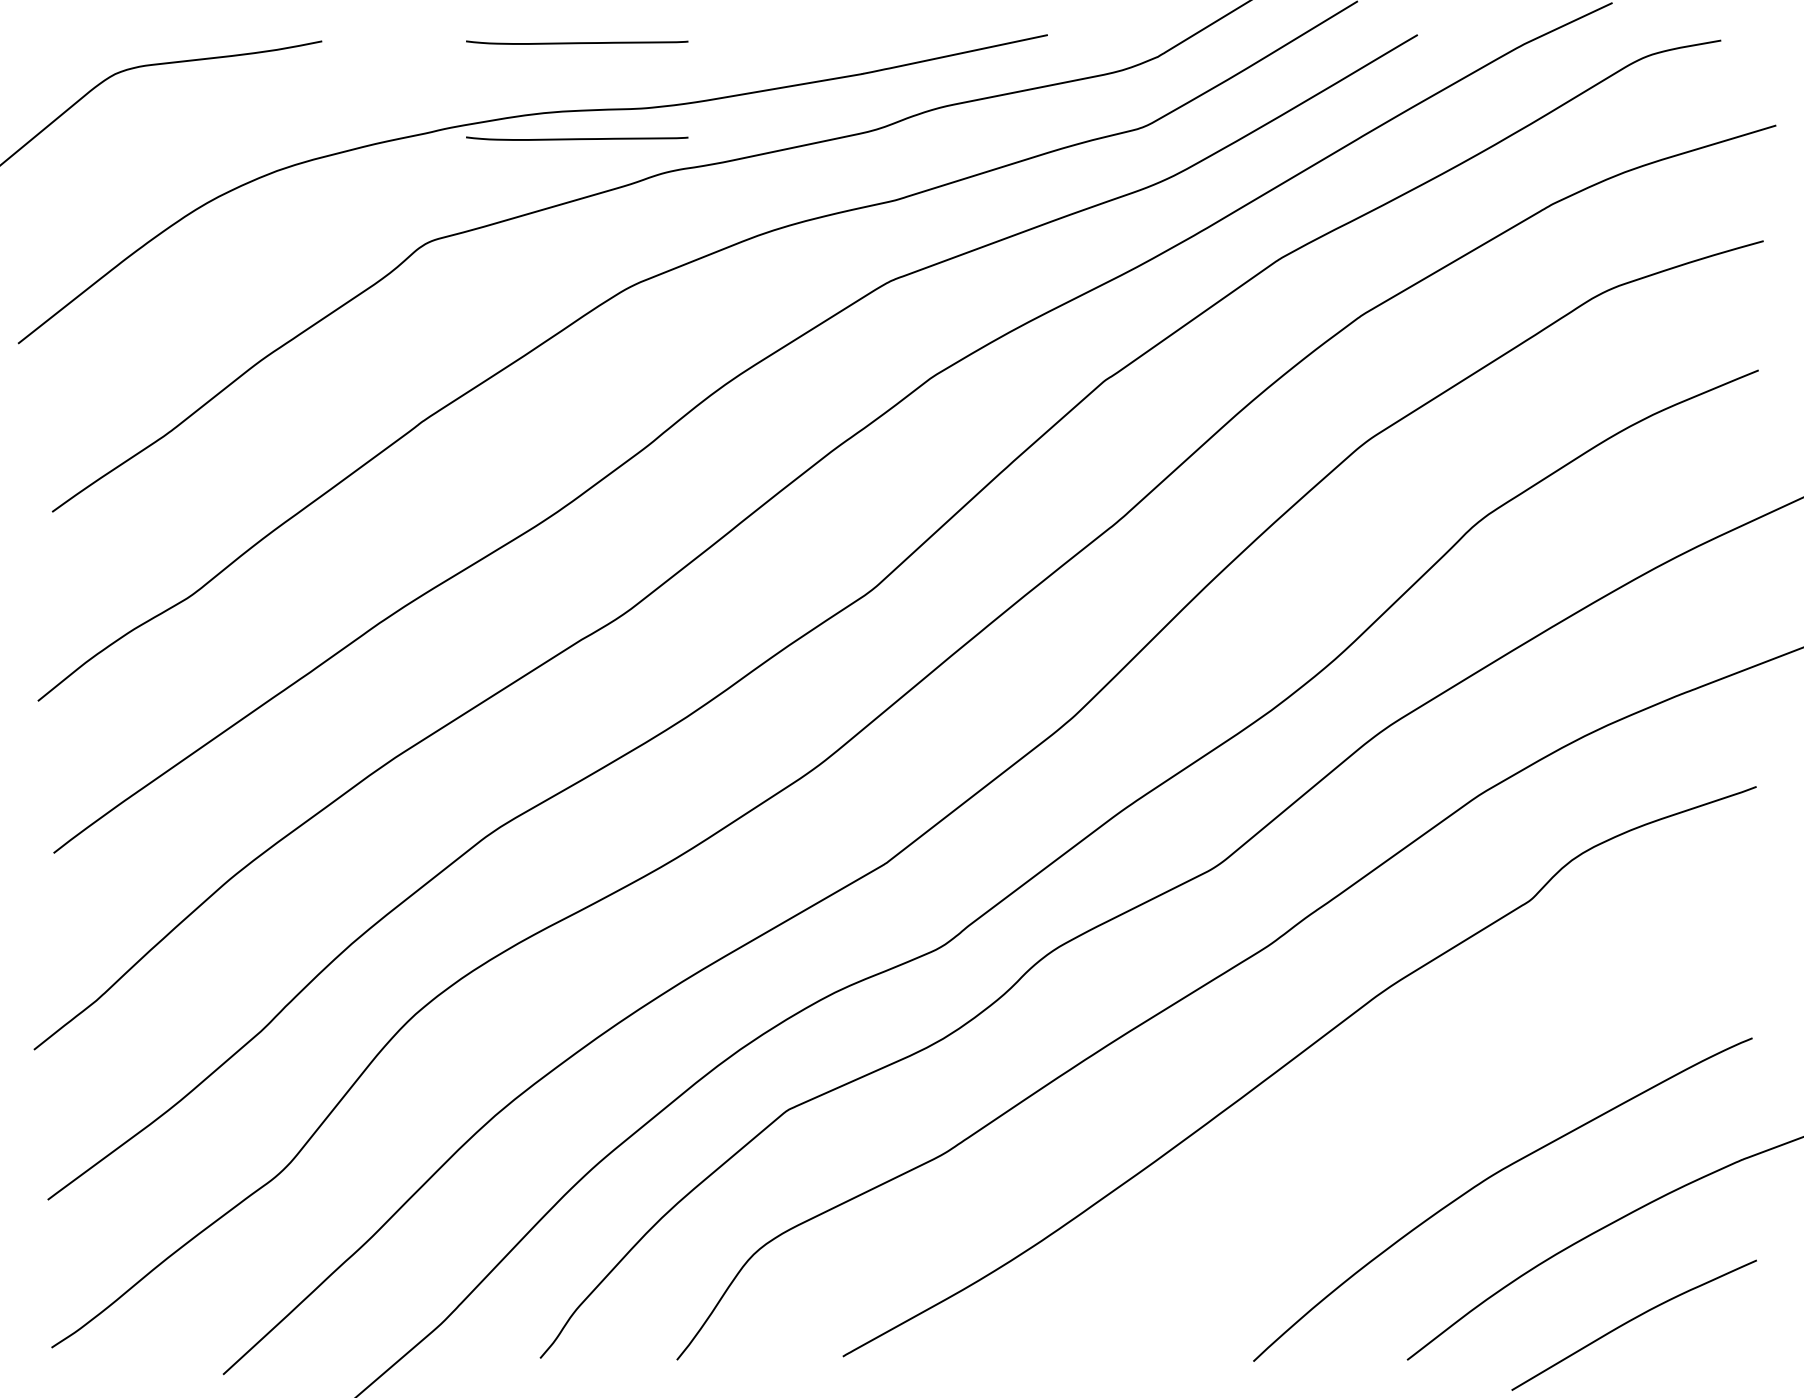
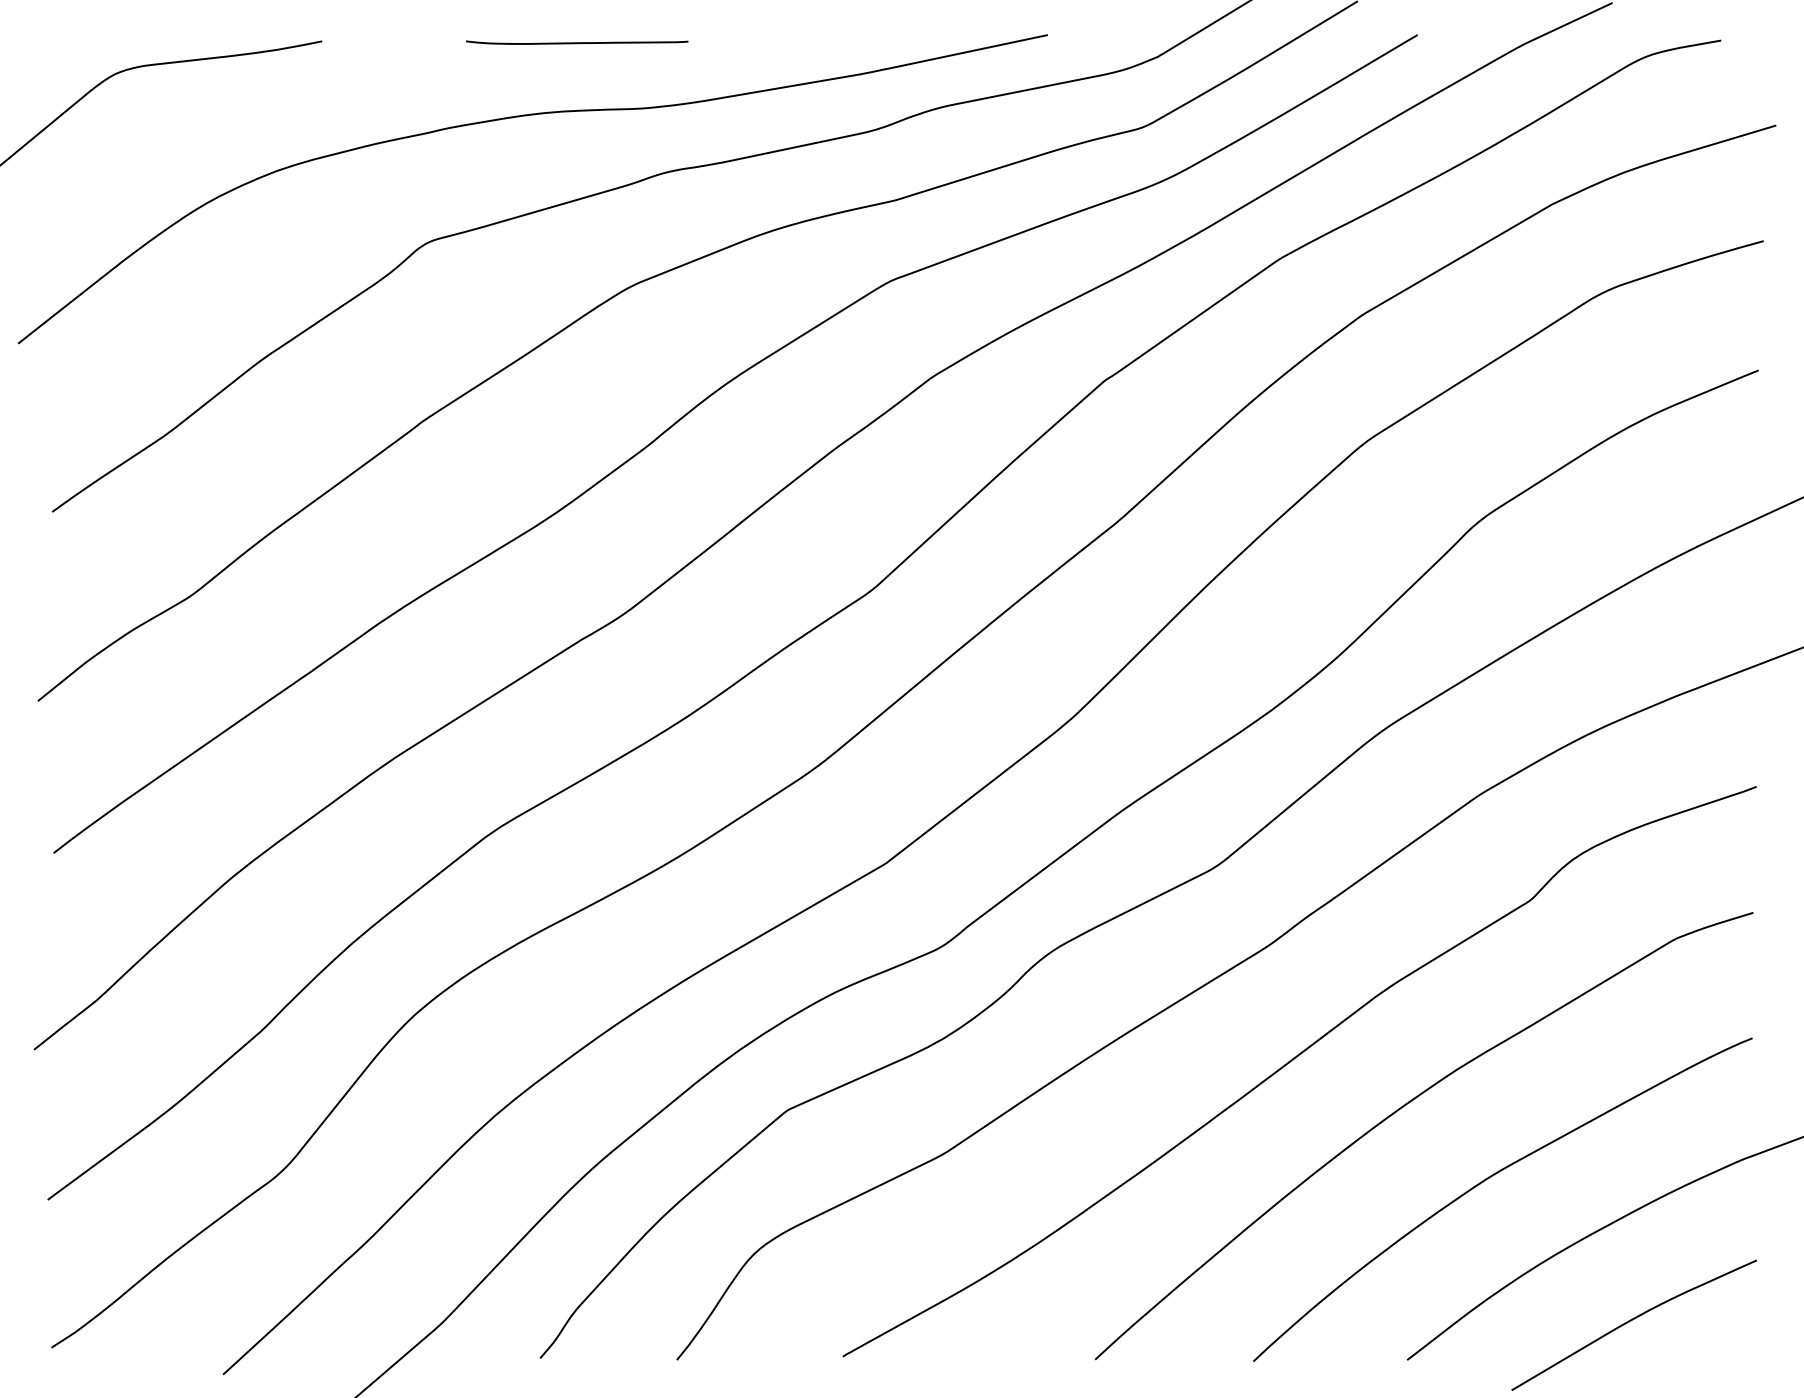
curve at (577, 138): present -> none
curve at (1402, 1108): none -> present
